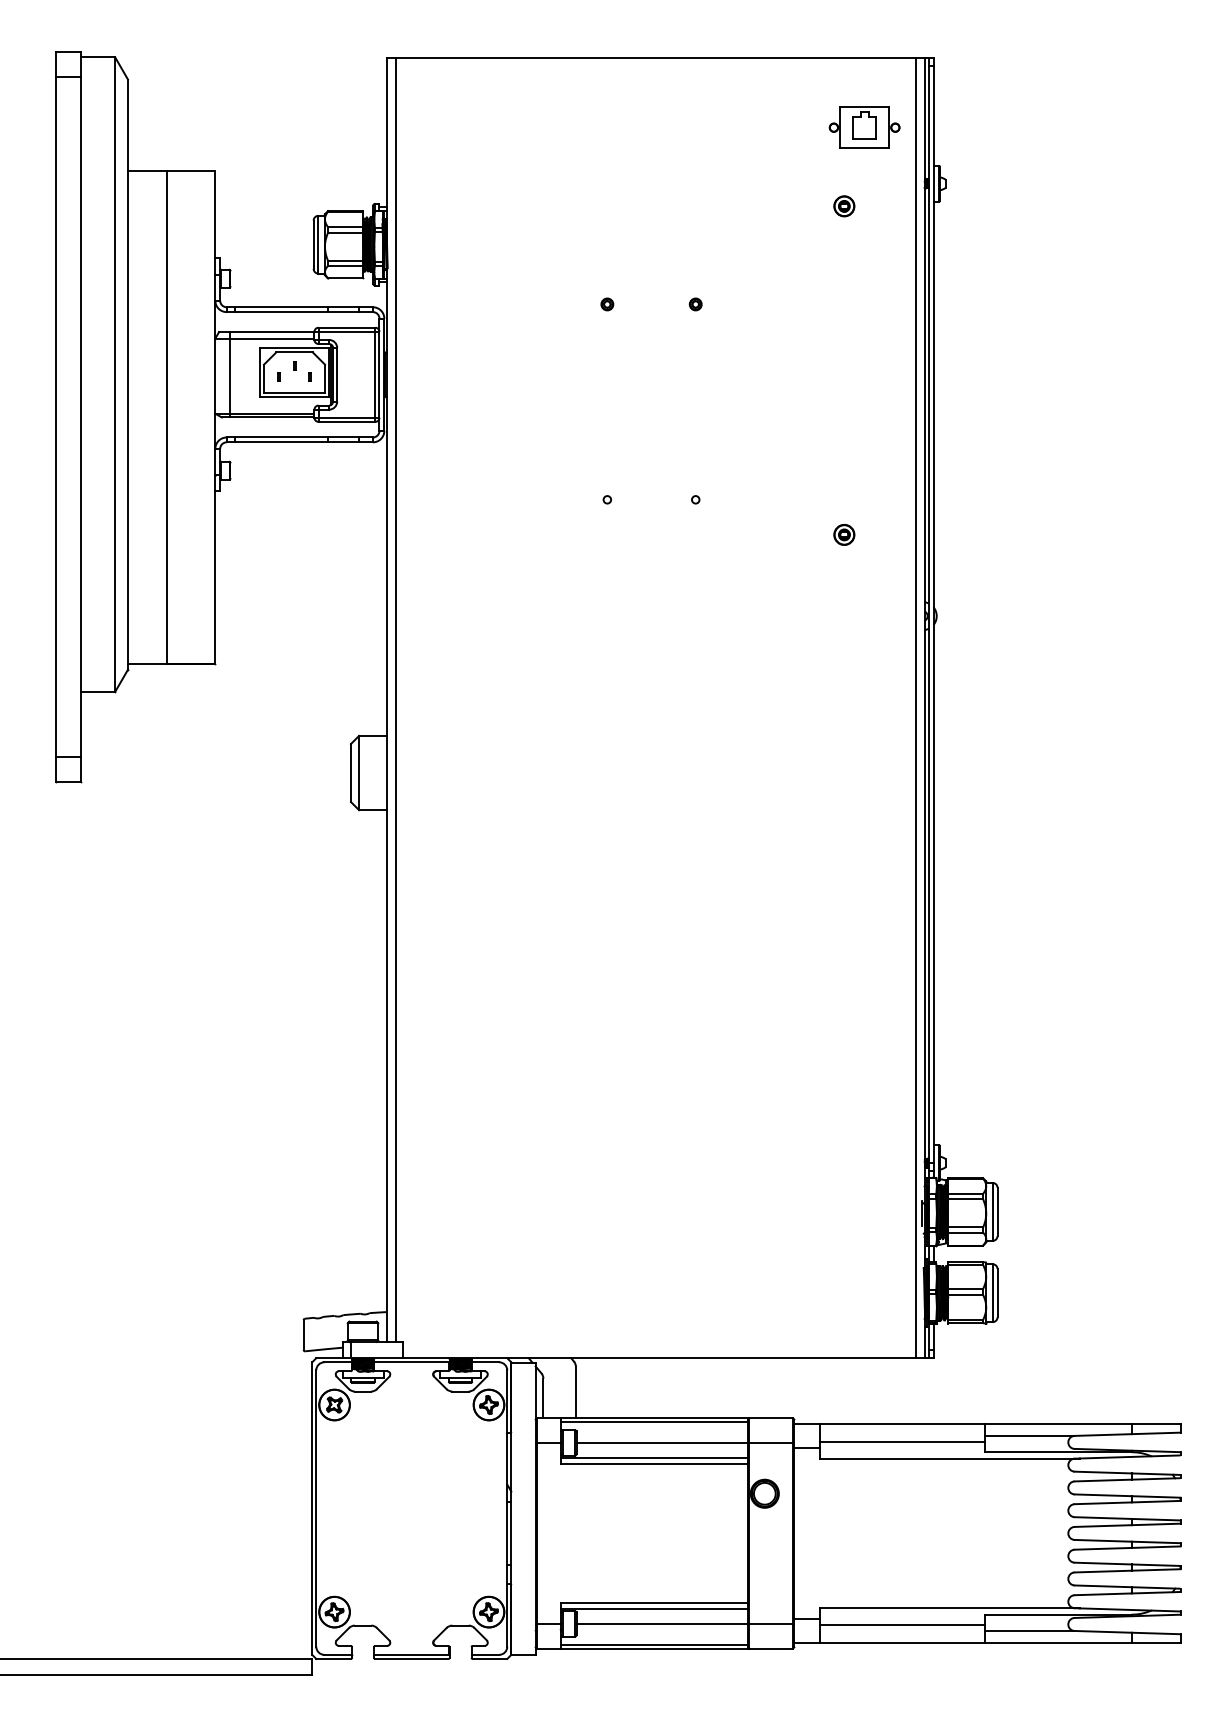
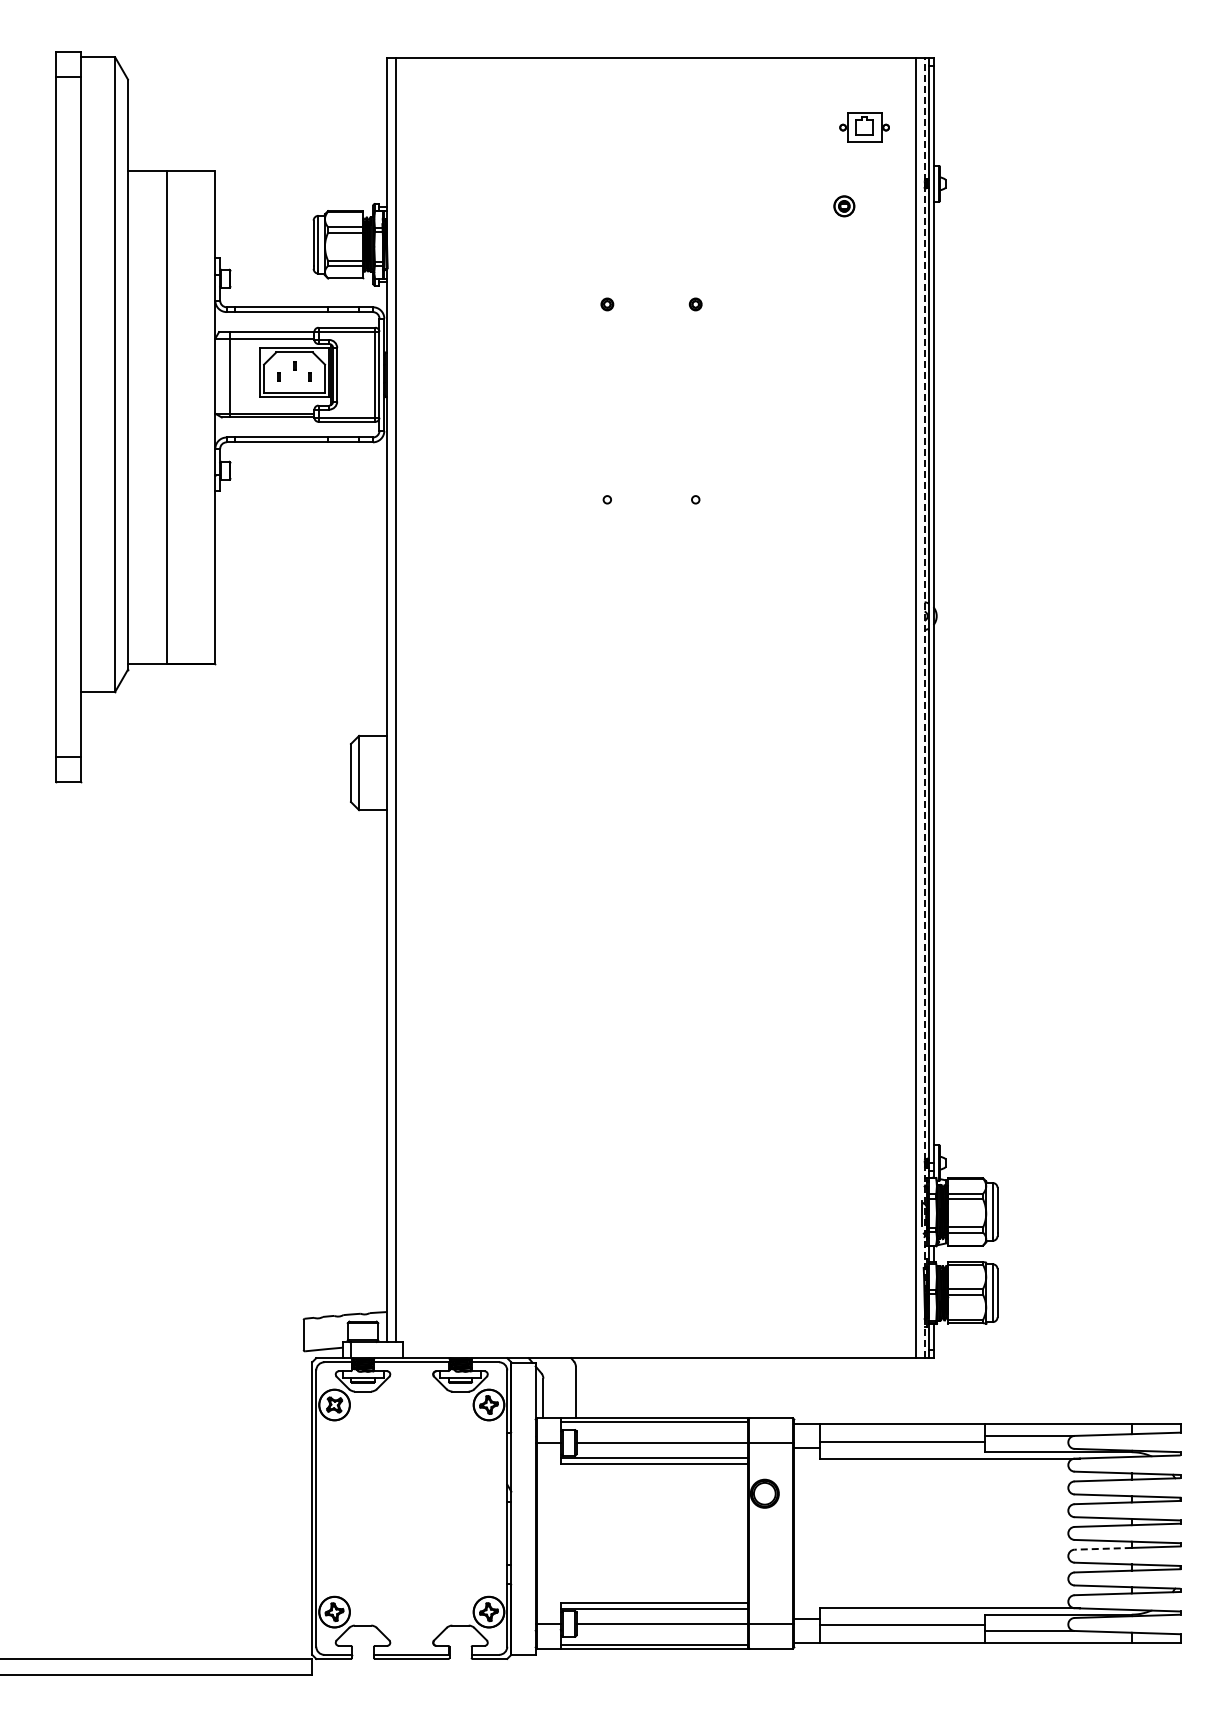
part at (864, 127) size: 73x43 px -> 51x31 px
part at (844, 534): present -> none
line at (924, 707): solid -> dashed
line at (1103, 1548): solid -> dashed
